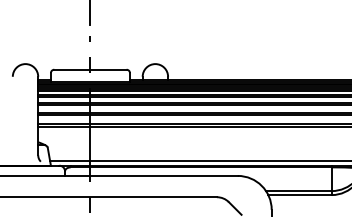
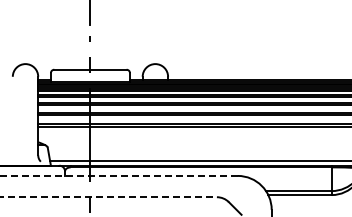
line at (118, 175): solid -> dashed
line at (108, 197): solid -> dashed
